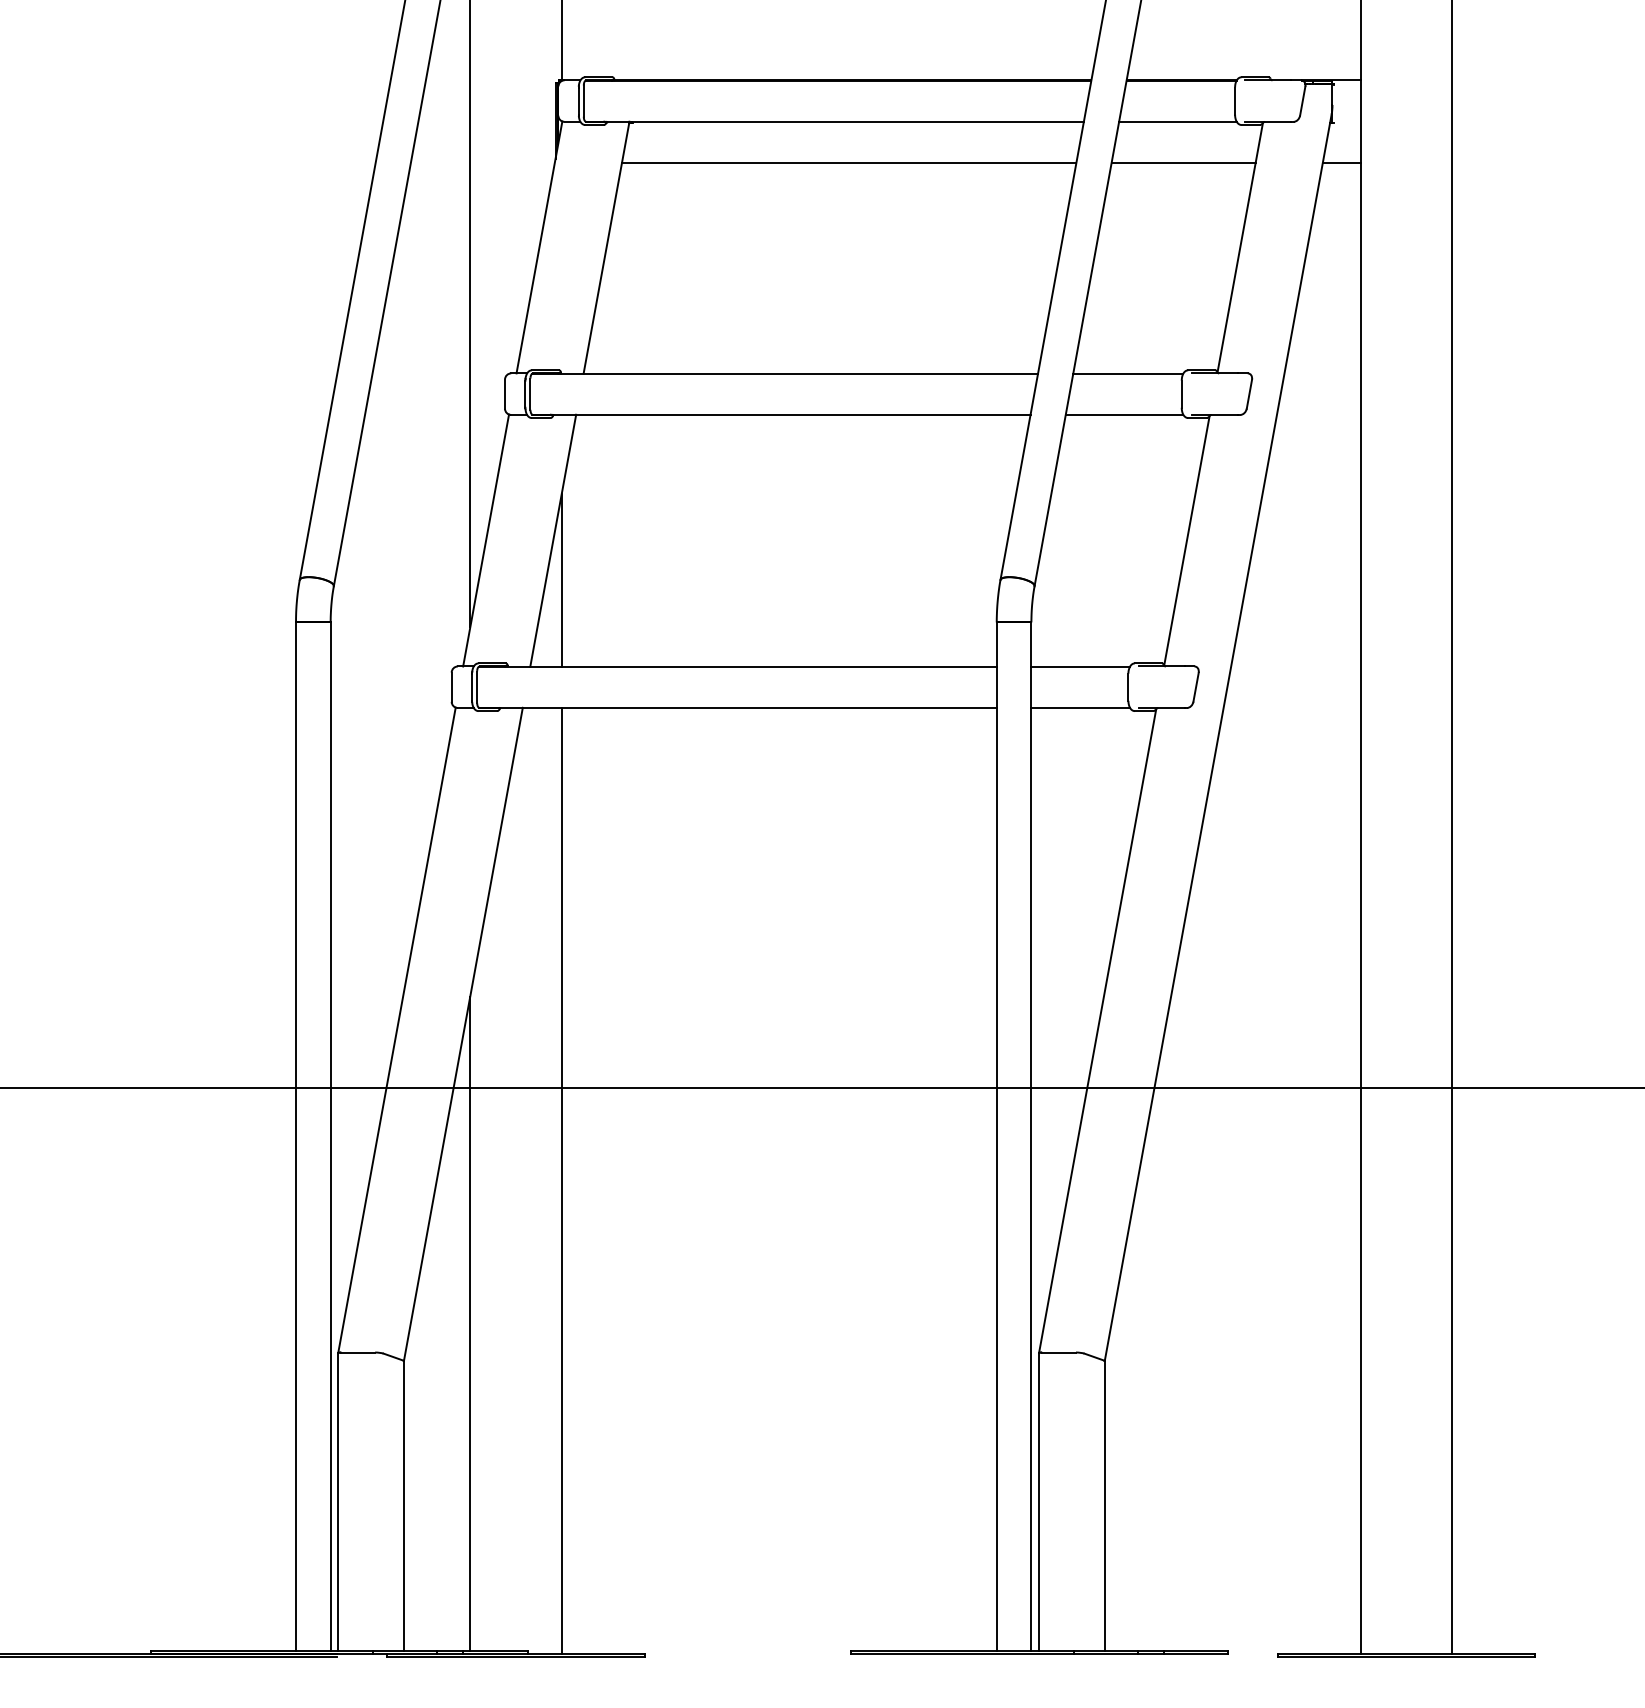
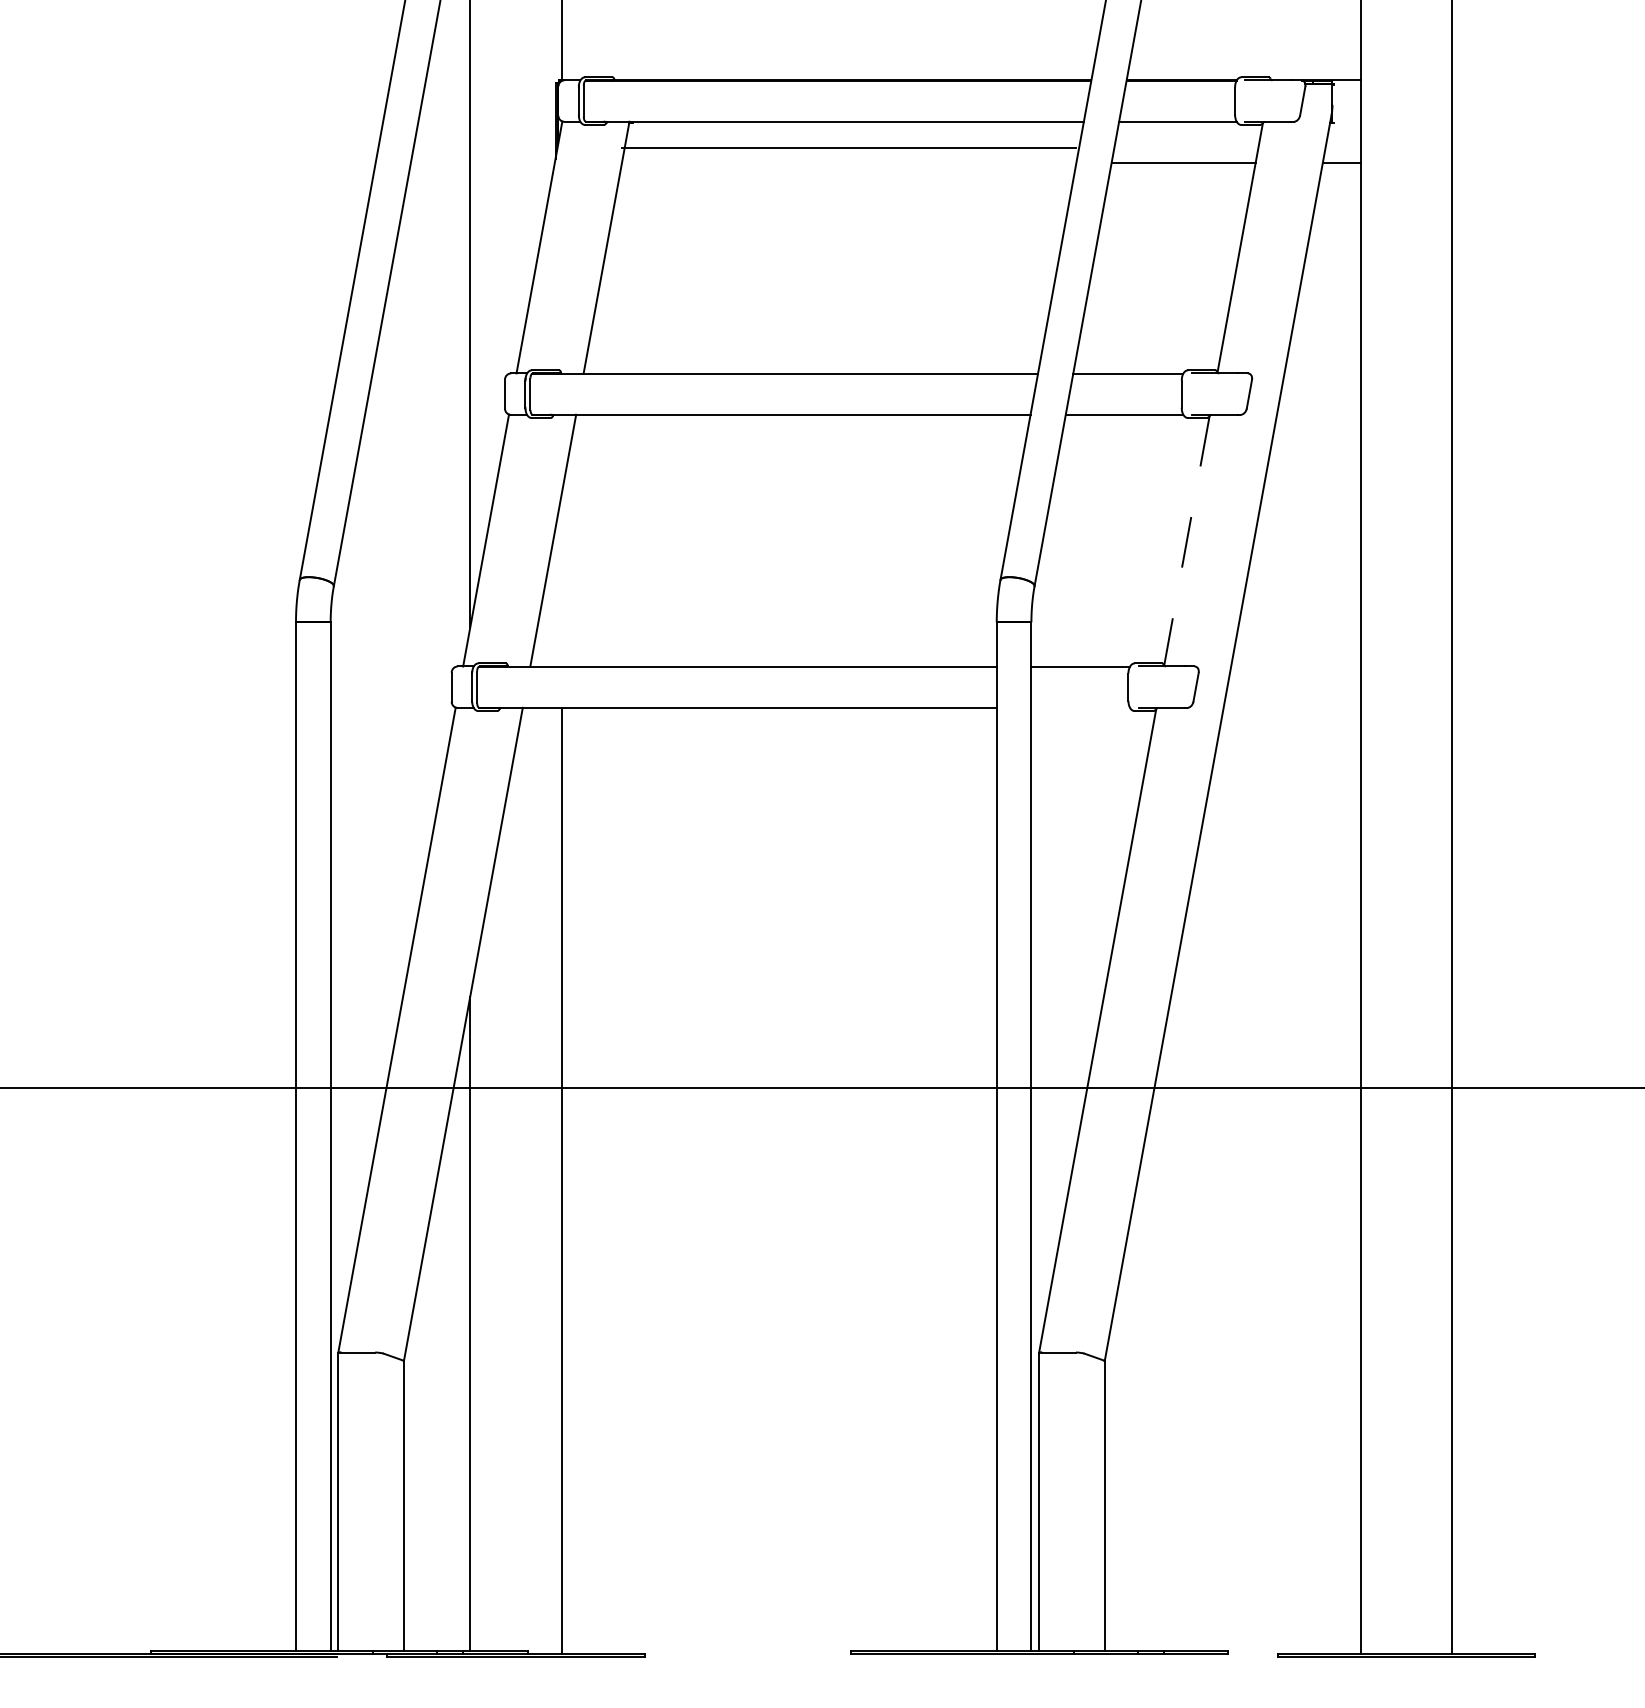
line at (848, 162) position: (848, 162) -> (848, 147)
line at (1186, 540): solid -> dashed
line at (561, 580): present -> none
line at (1080, 707): present -> none
